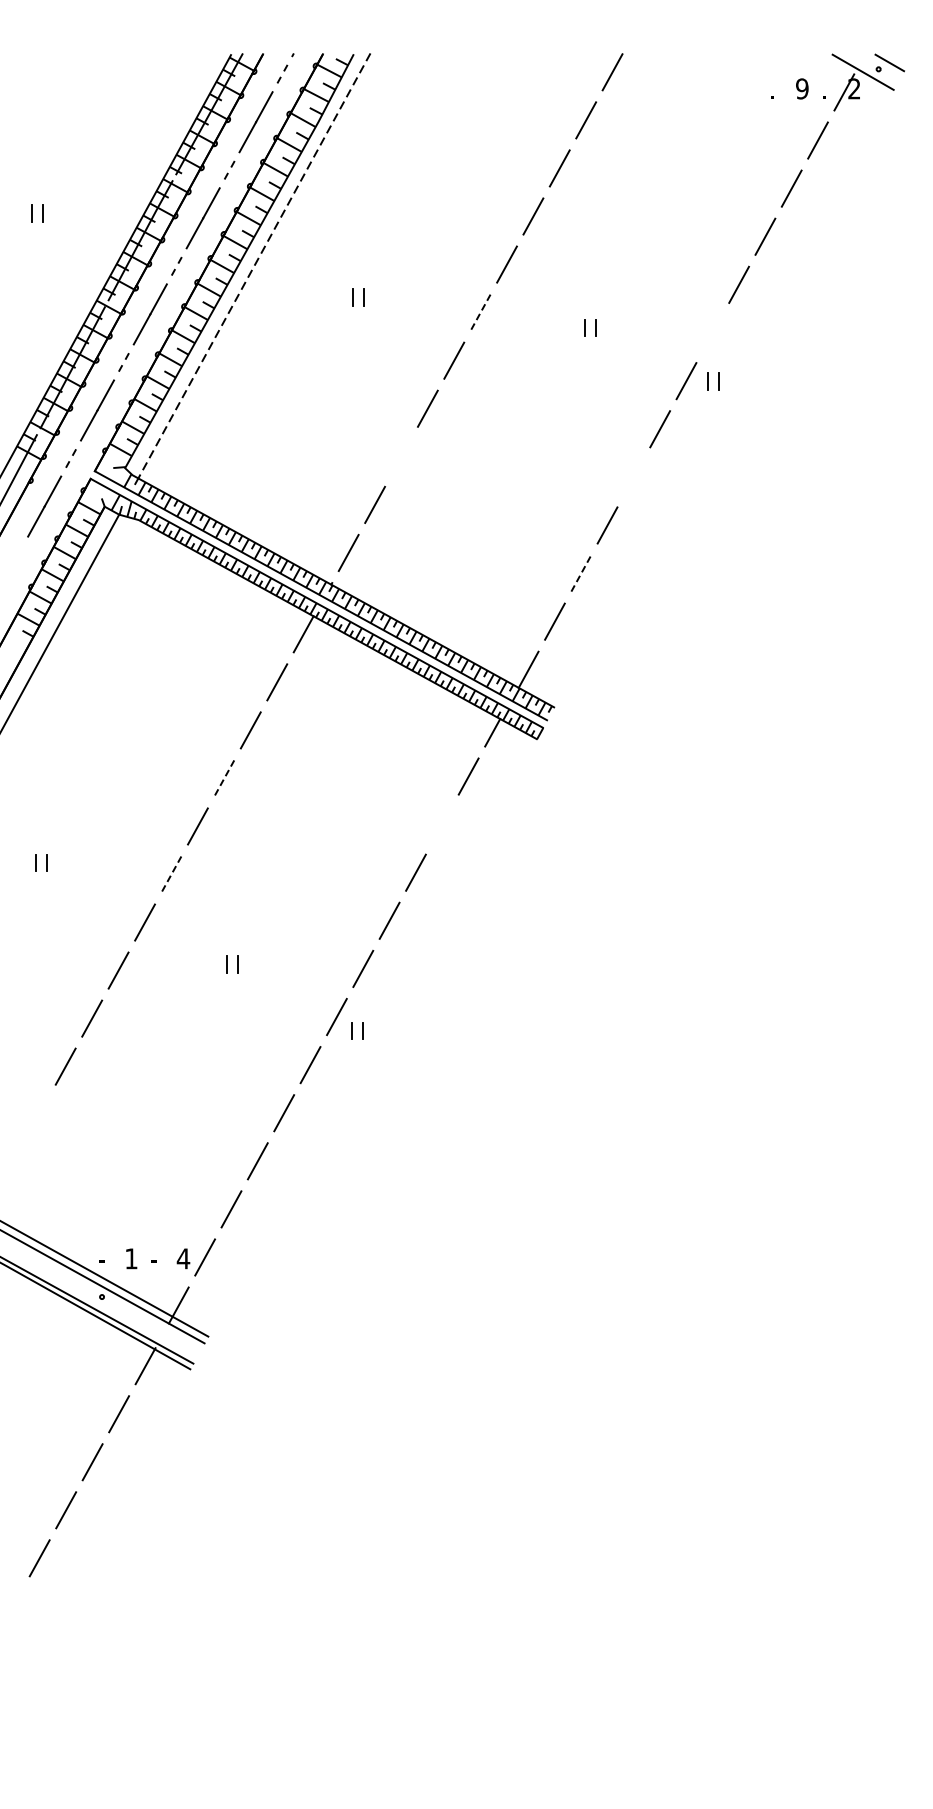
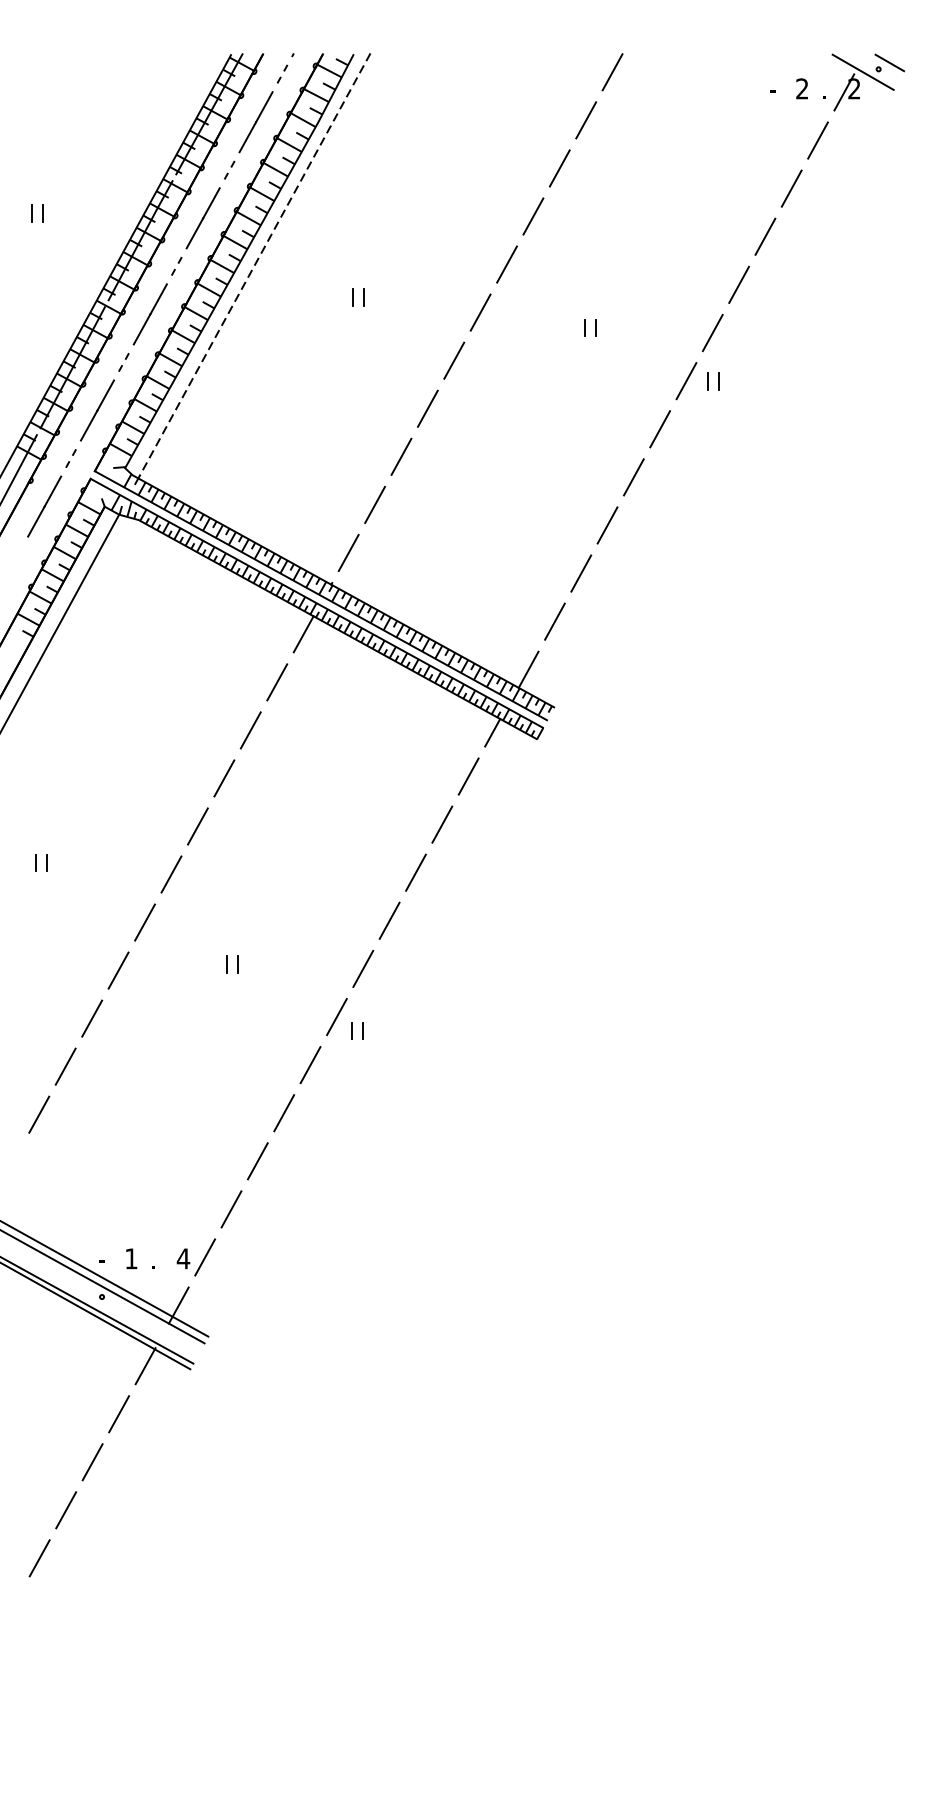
text at (802, 88): 9 -> 2
text at (772, 94): . -> -
line at (480, 312): dashed -> solid
line at (712, 332): none -> present
line at (401, 456): none -> present
line at (633, 477): none -> present
line at (581, 573): dashed -> solid
line at (224, 778): dashed -> solid
line at (442, 824): none -> present
line at (171, 874): dashed -> solid
line at (39, 1114): none -> present
text at (153, 1264): - -> .
